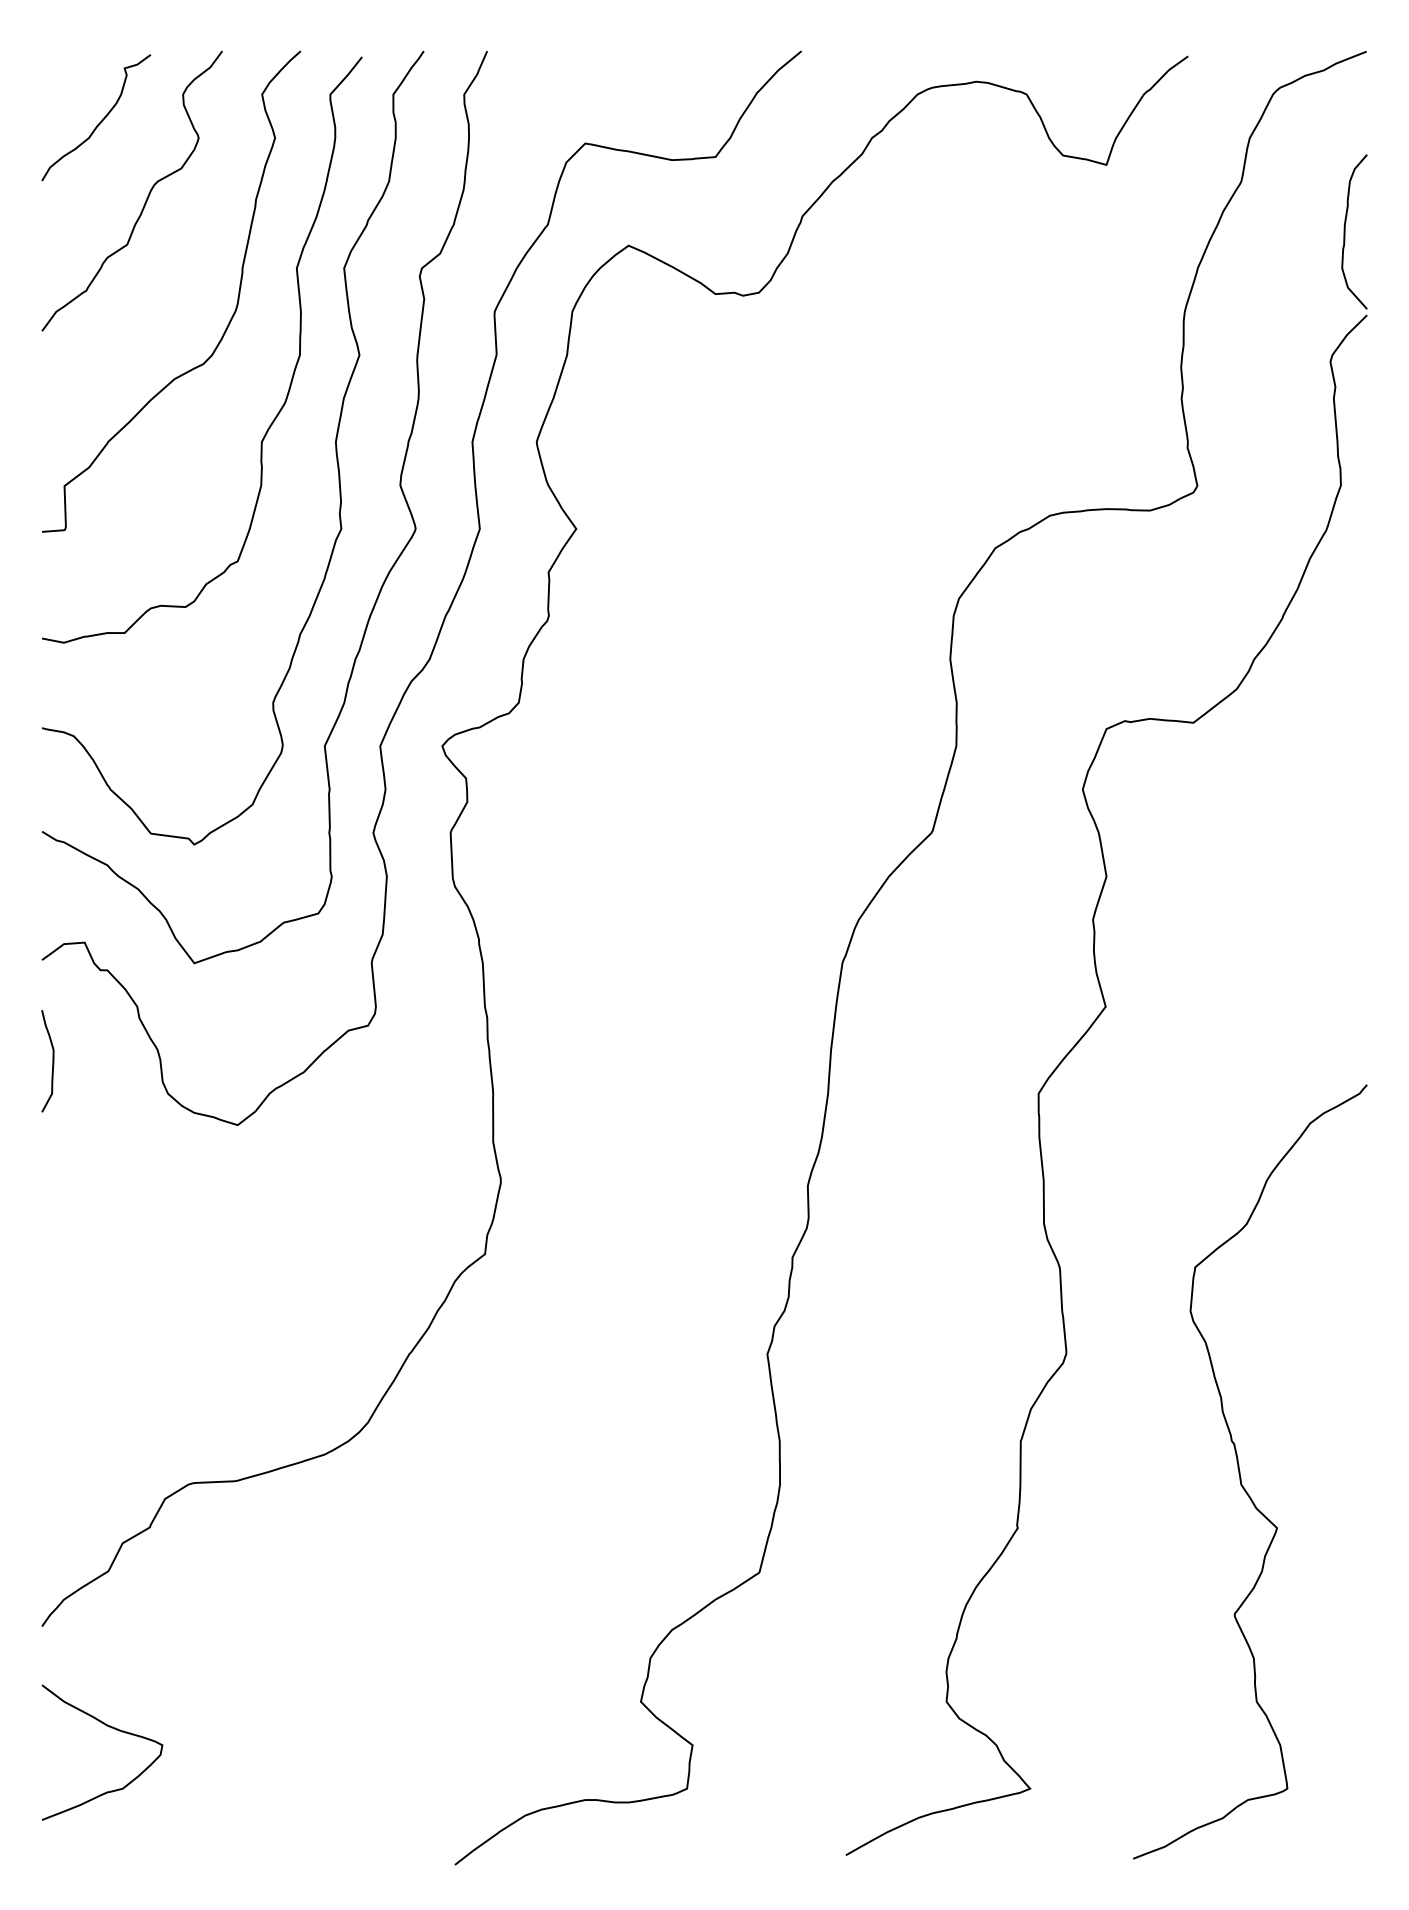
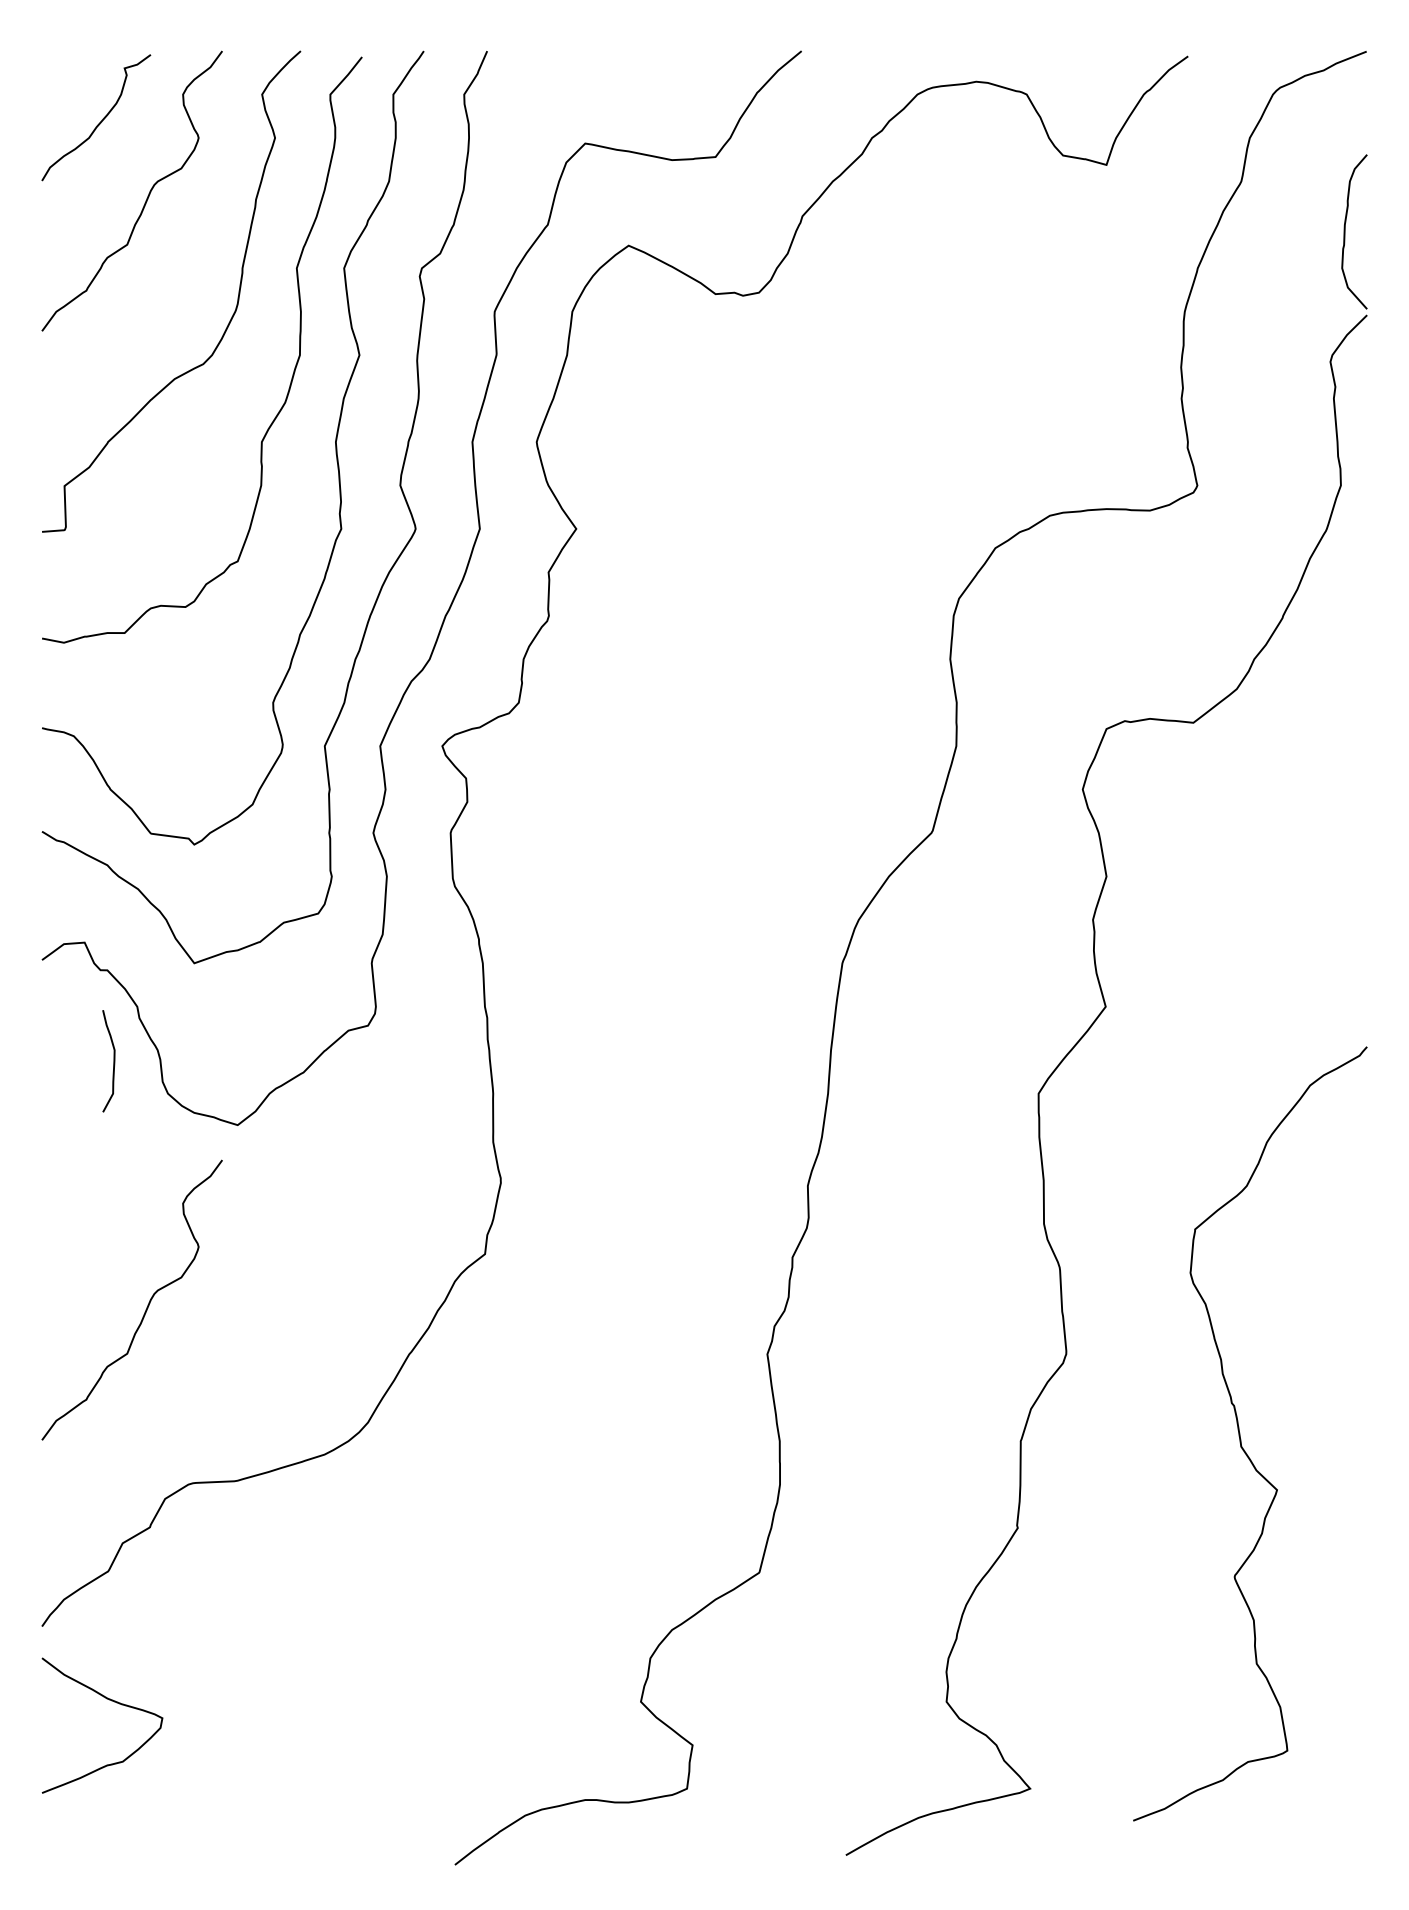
curve at (52, 1061) position: (52, 1061) -> (113, 1061)
curve at (147, 1304): none -> present
curve at (1240, 1471) position: (1240, 1471) -> (1240, 1433)
curve at (111, 1728) position: (111, 1728) -> (111, 1701)
